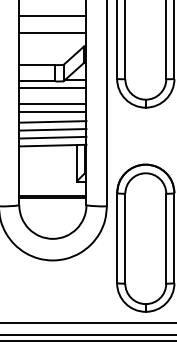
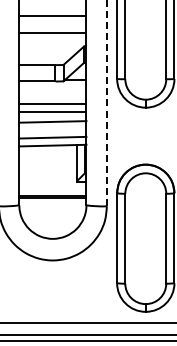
line at (52, 87): present -> none
line at (106, 103): solid -> dashed
line at (52, 129): present -> none
